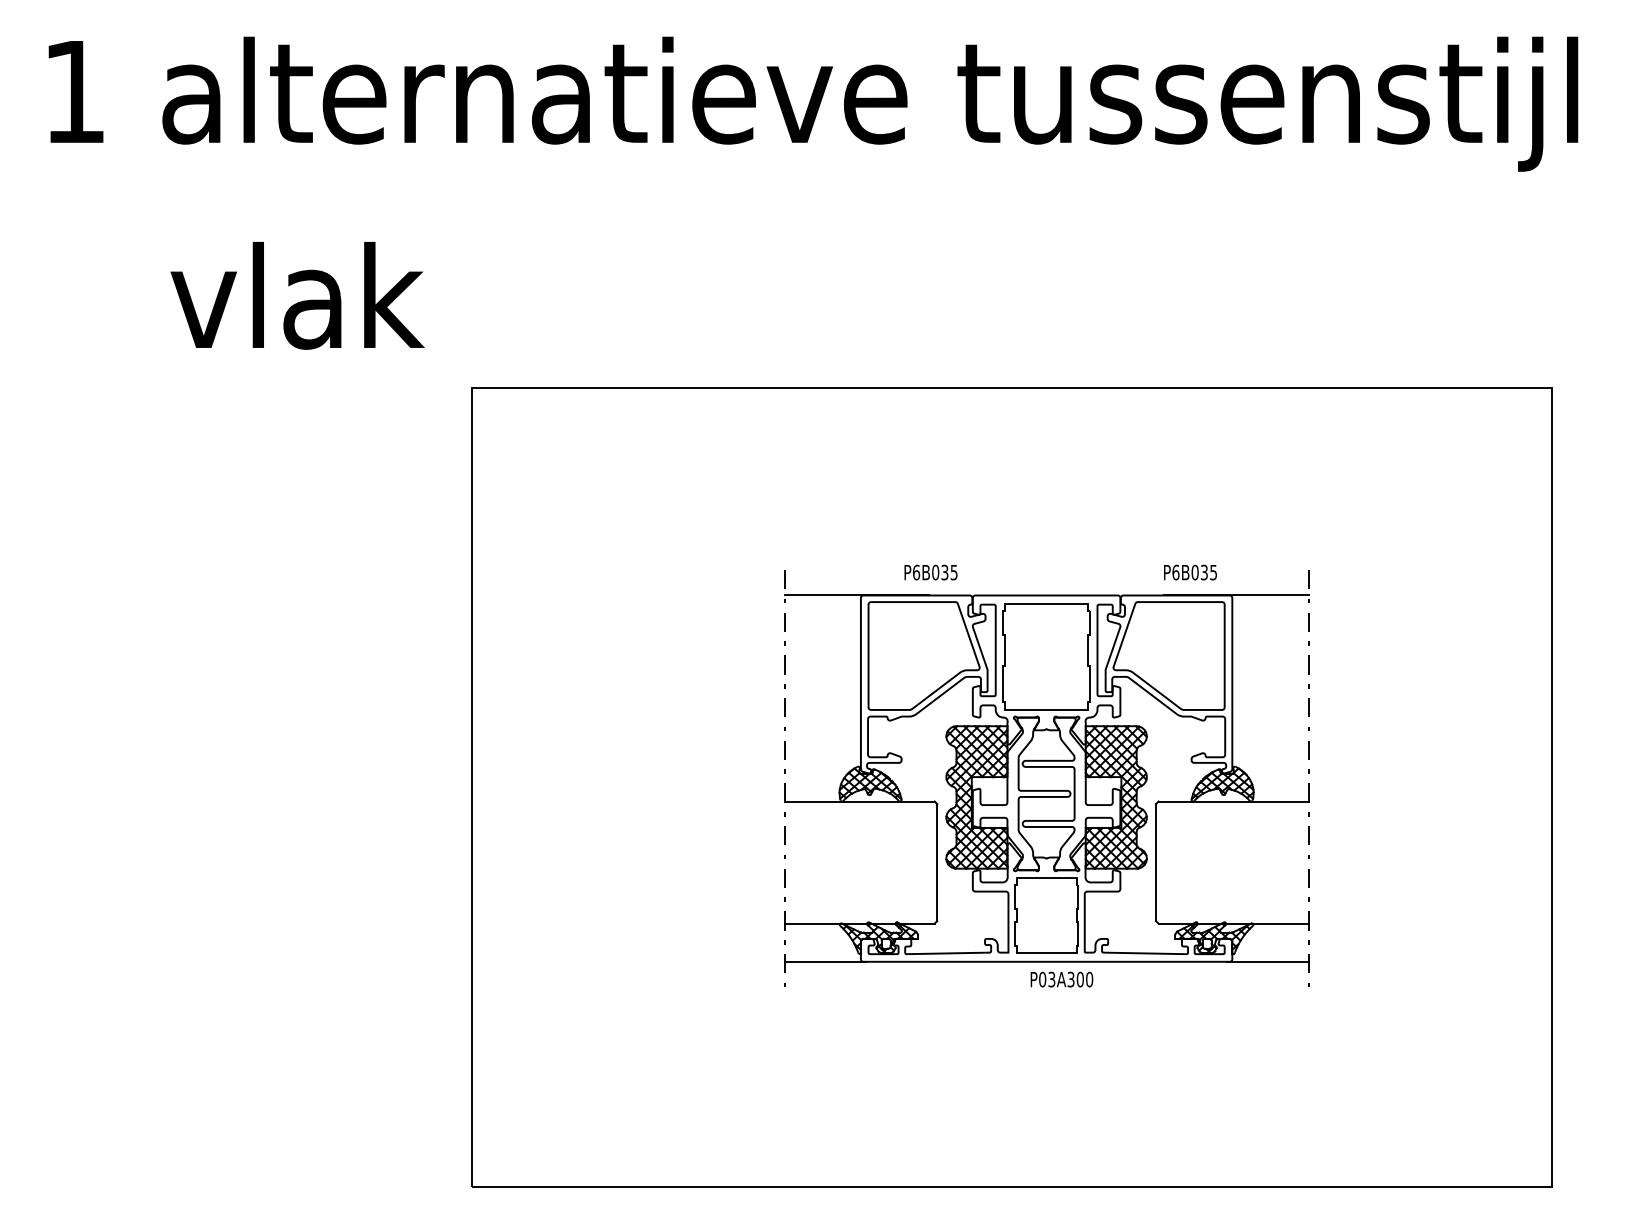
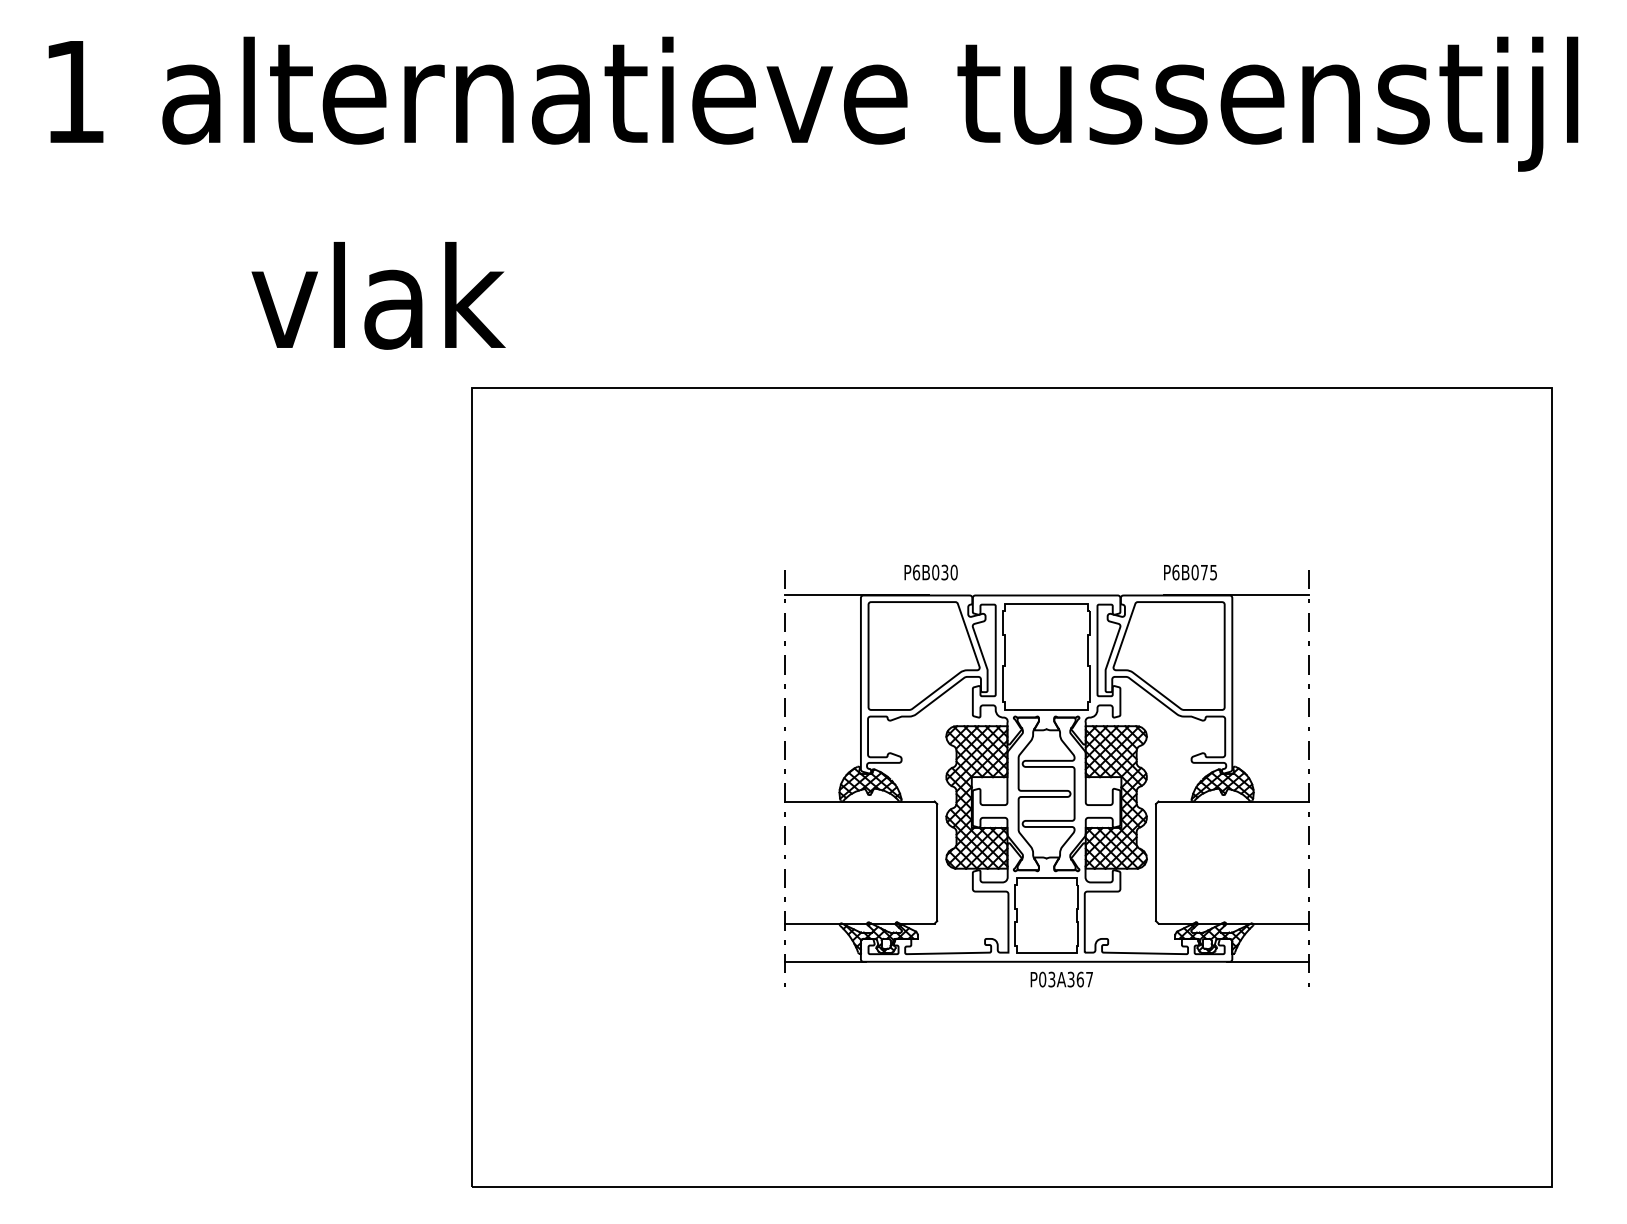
text at (297, 295) position: (297, 295) -> (378, 295)
text at (953, 572): P6B035 -> P6B030
text at (1204, 572): P6B035 -> P6B075
text at (1084, 979): P03A300 -> P03A367
